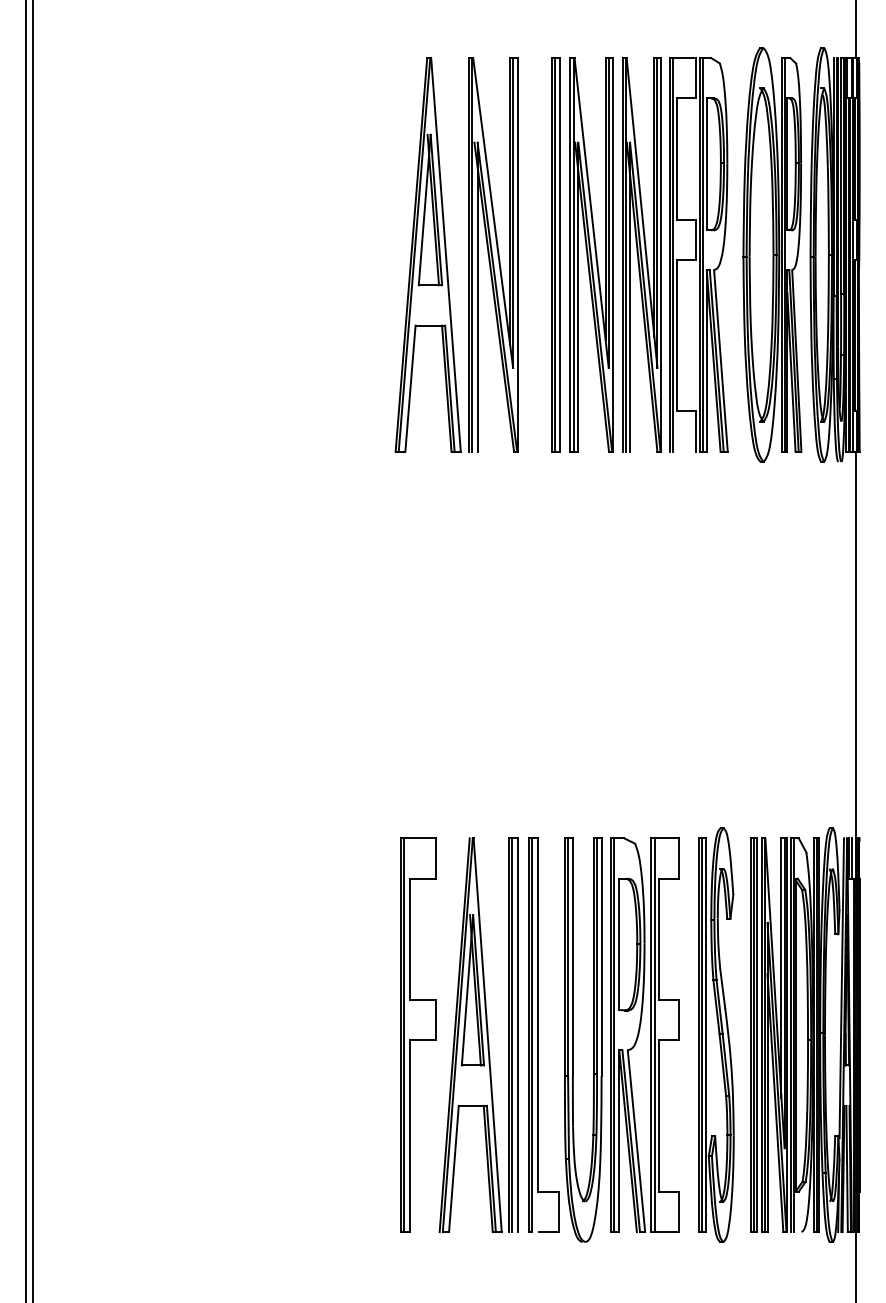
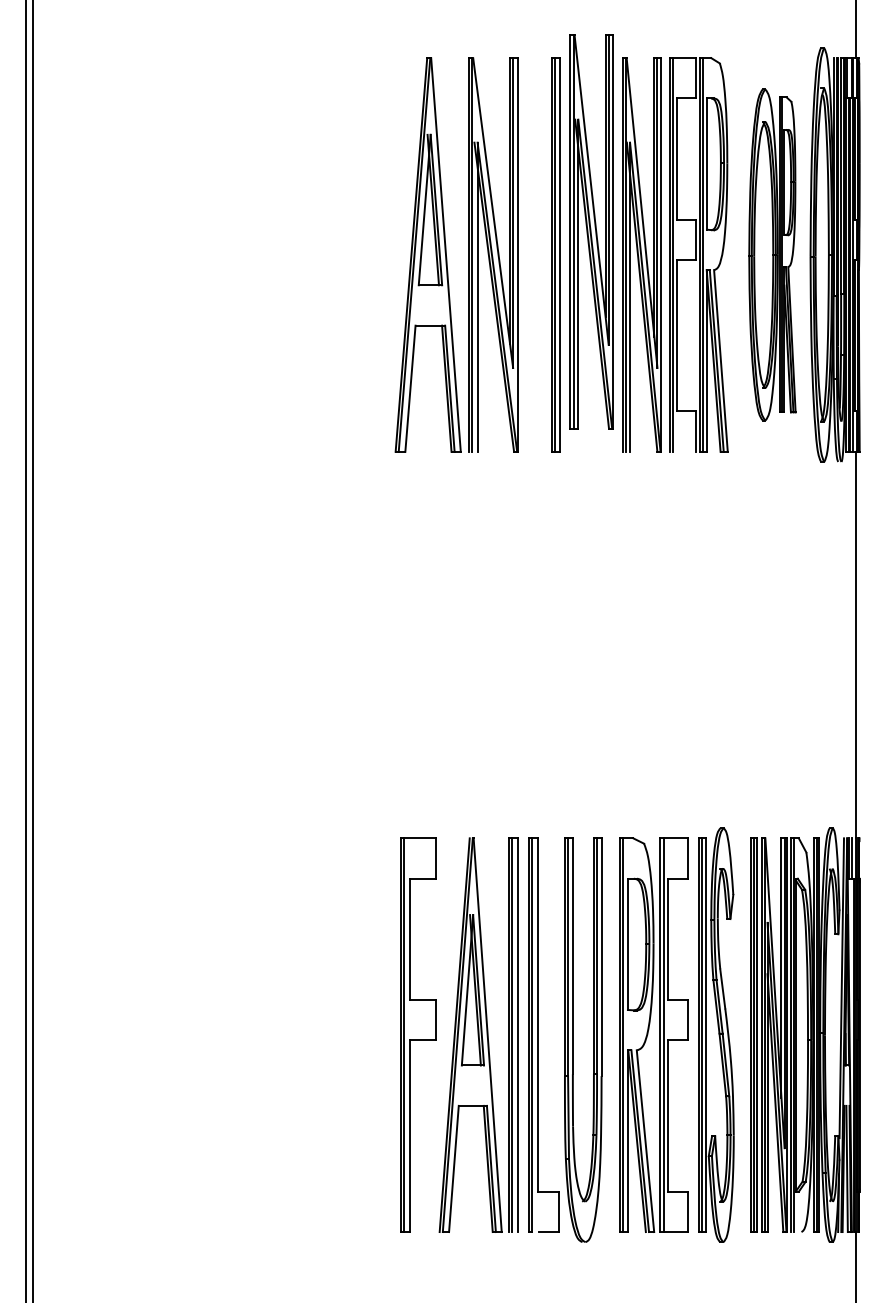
part at (591, 254) position: (591, 254) -> (591, 231)
part at (772, 254) size: 61x416 px -> 49x334 px
part at (644, 1034) position: (644, 1034) -> (653, 1034)
